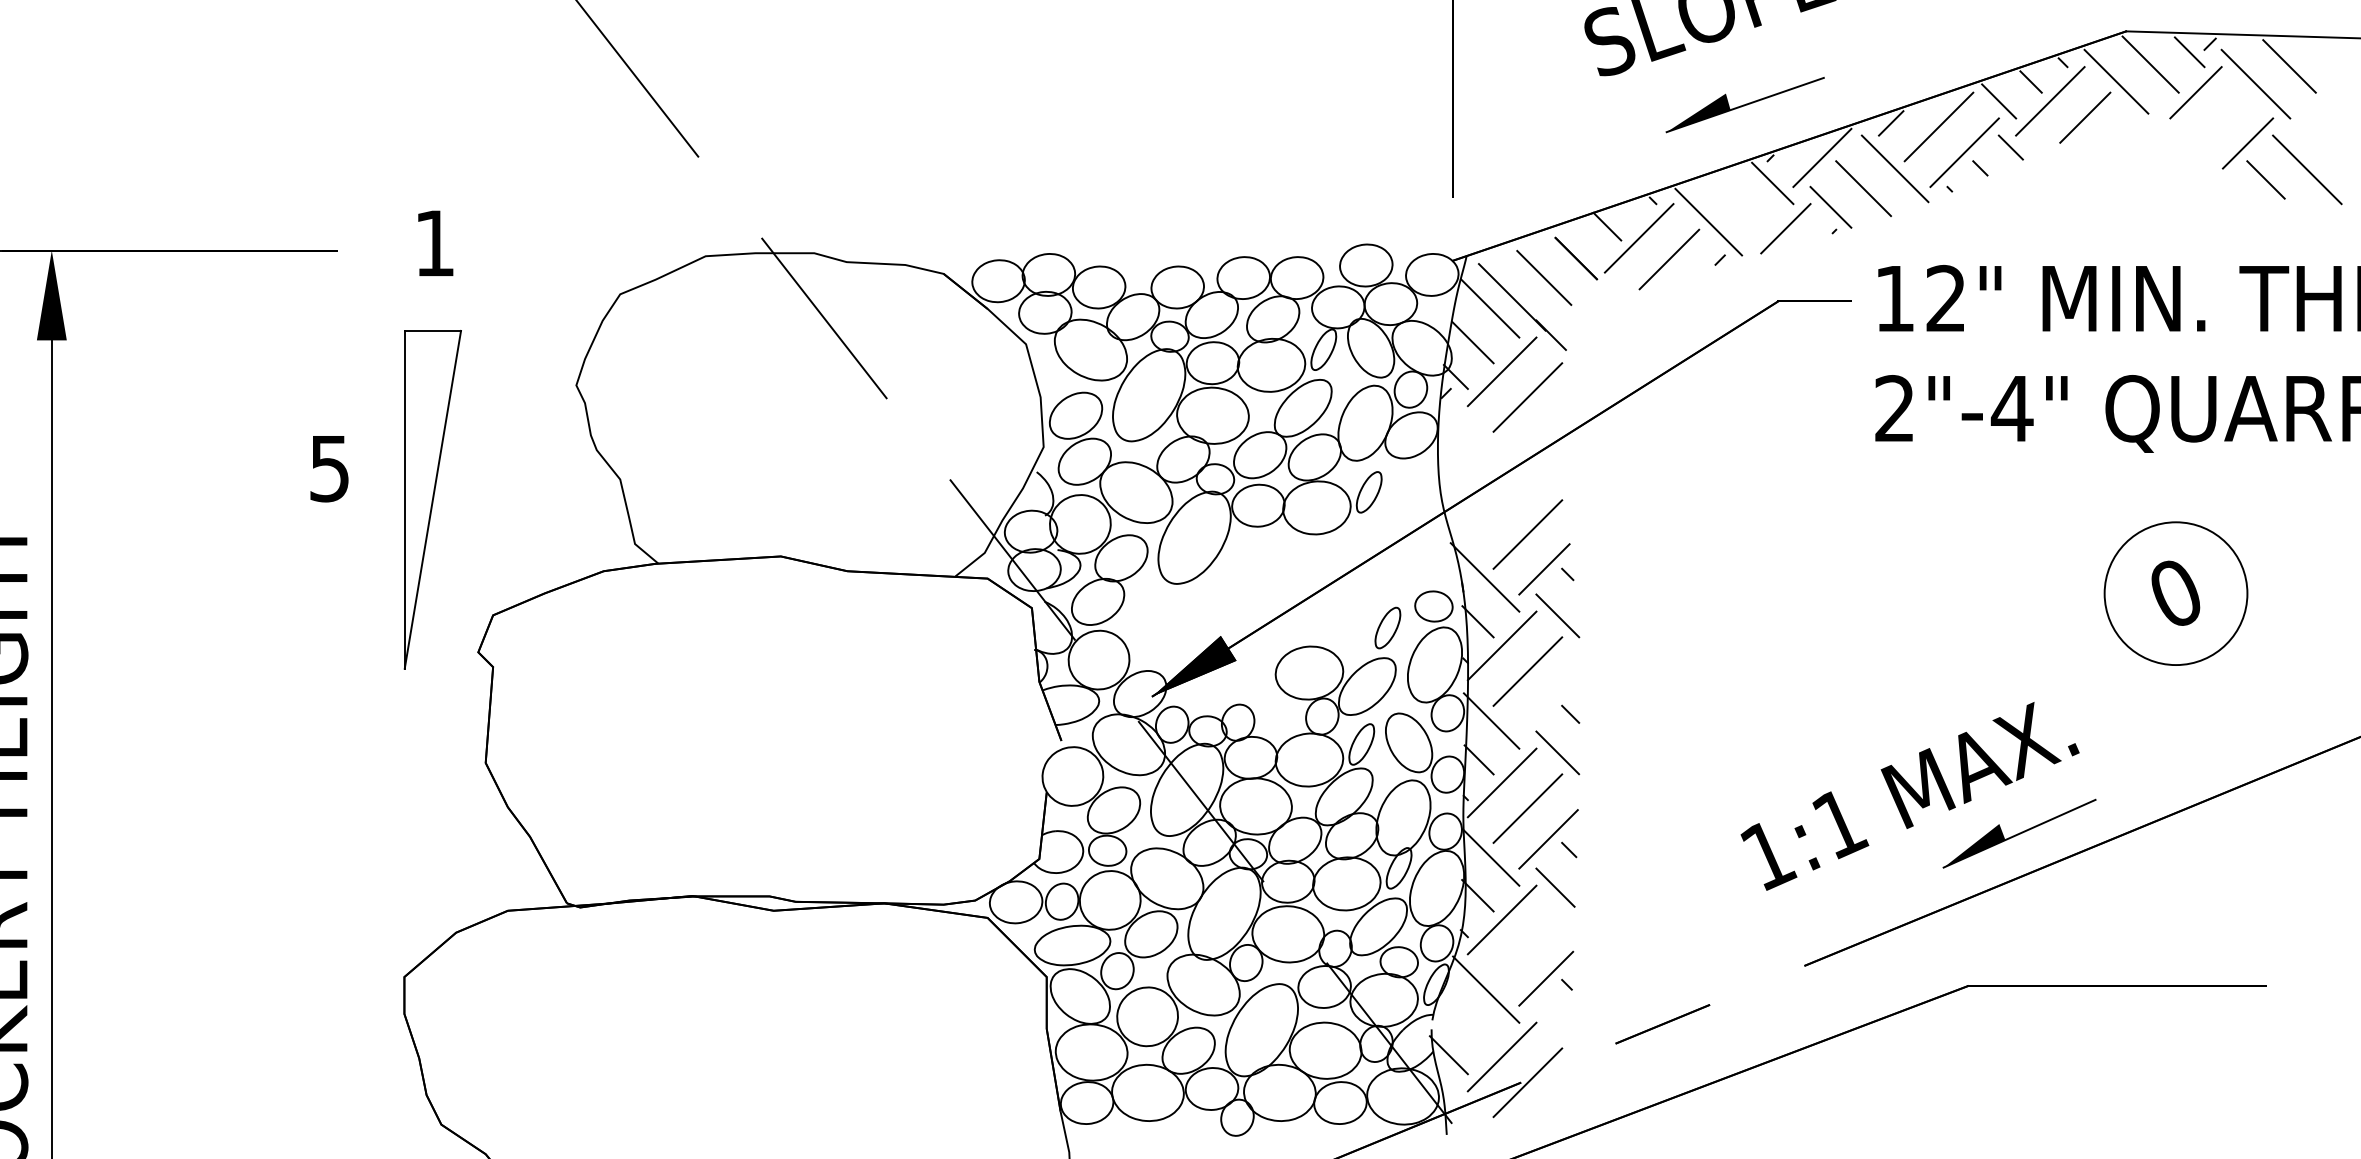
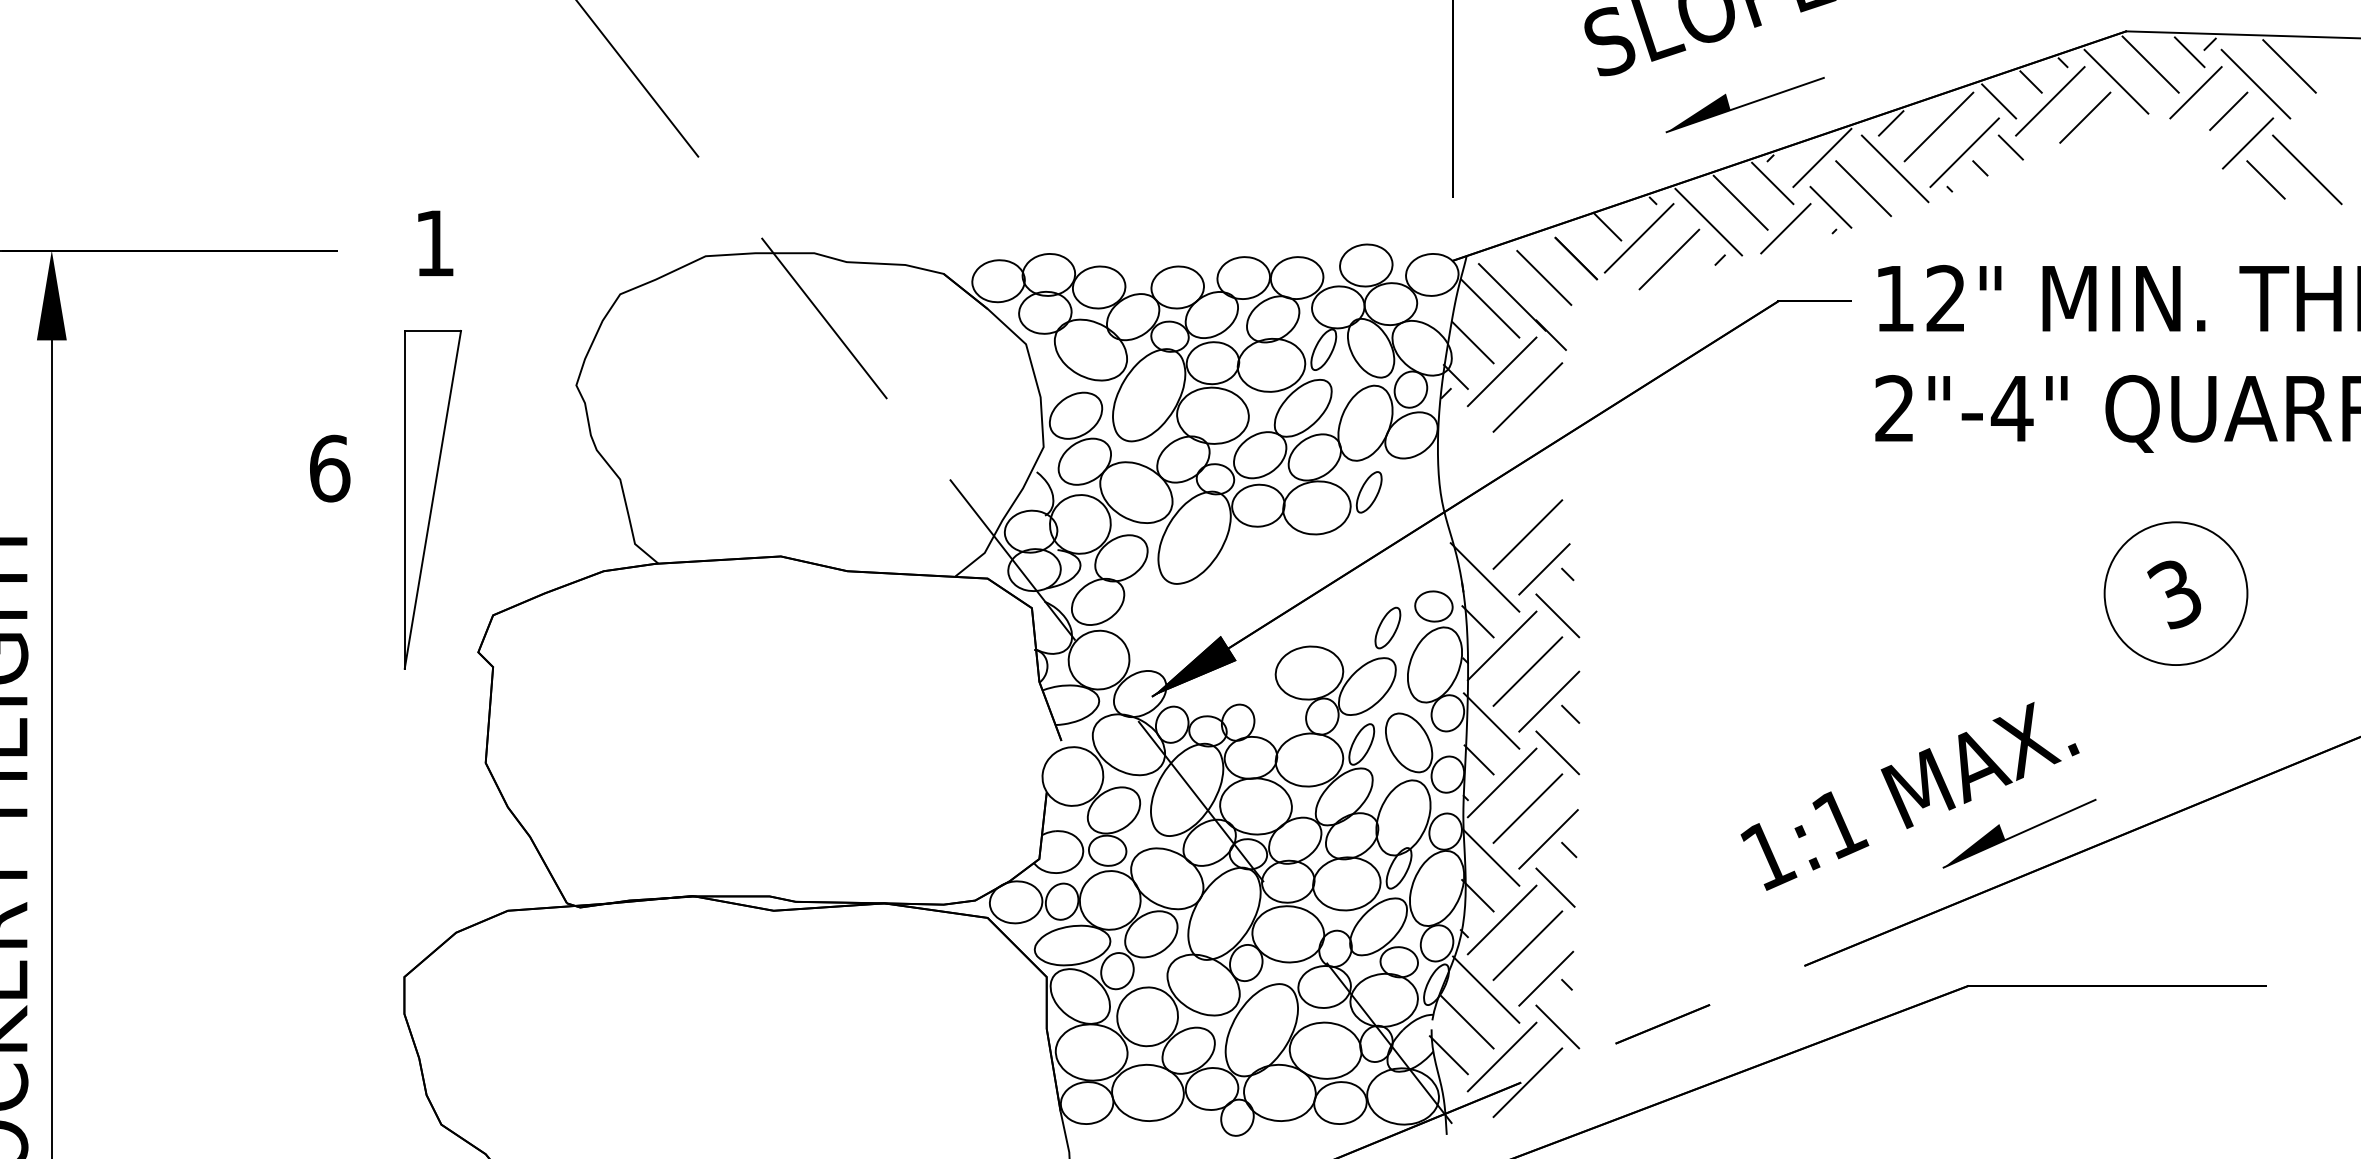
line at (2228, 110): none -> present
line at (1740, 202): none -> present
text at (330, 468): 5 -> 6
text at (2174, 594): 0 -> 3
line at (1549, 701): none -> present
line at (1527, 945): none -> present
line at (1467, 1022): none -> present
line at (1557, 1026): none -> present
